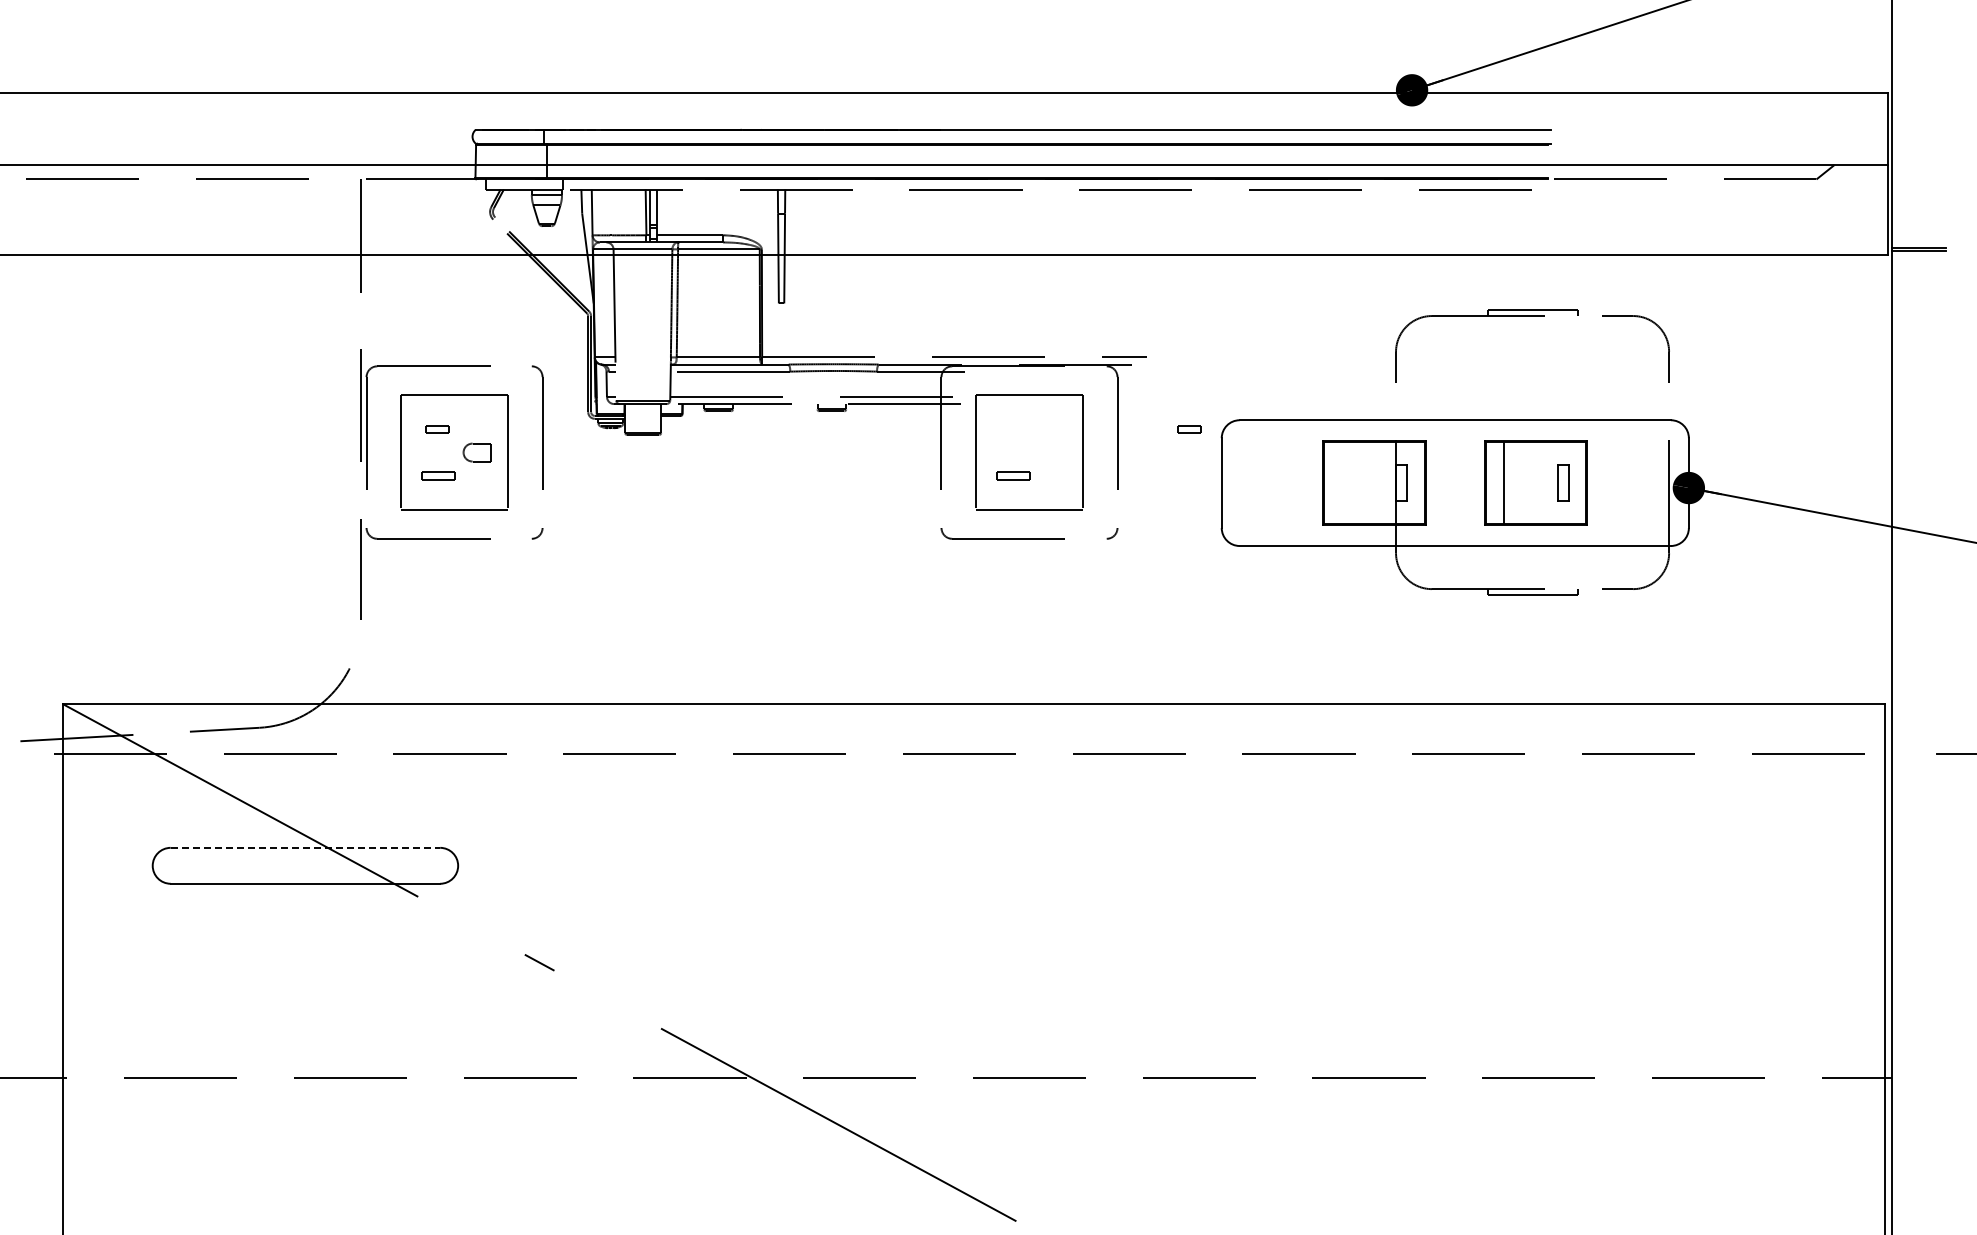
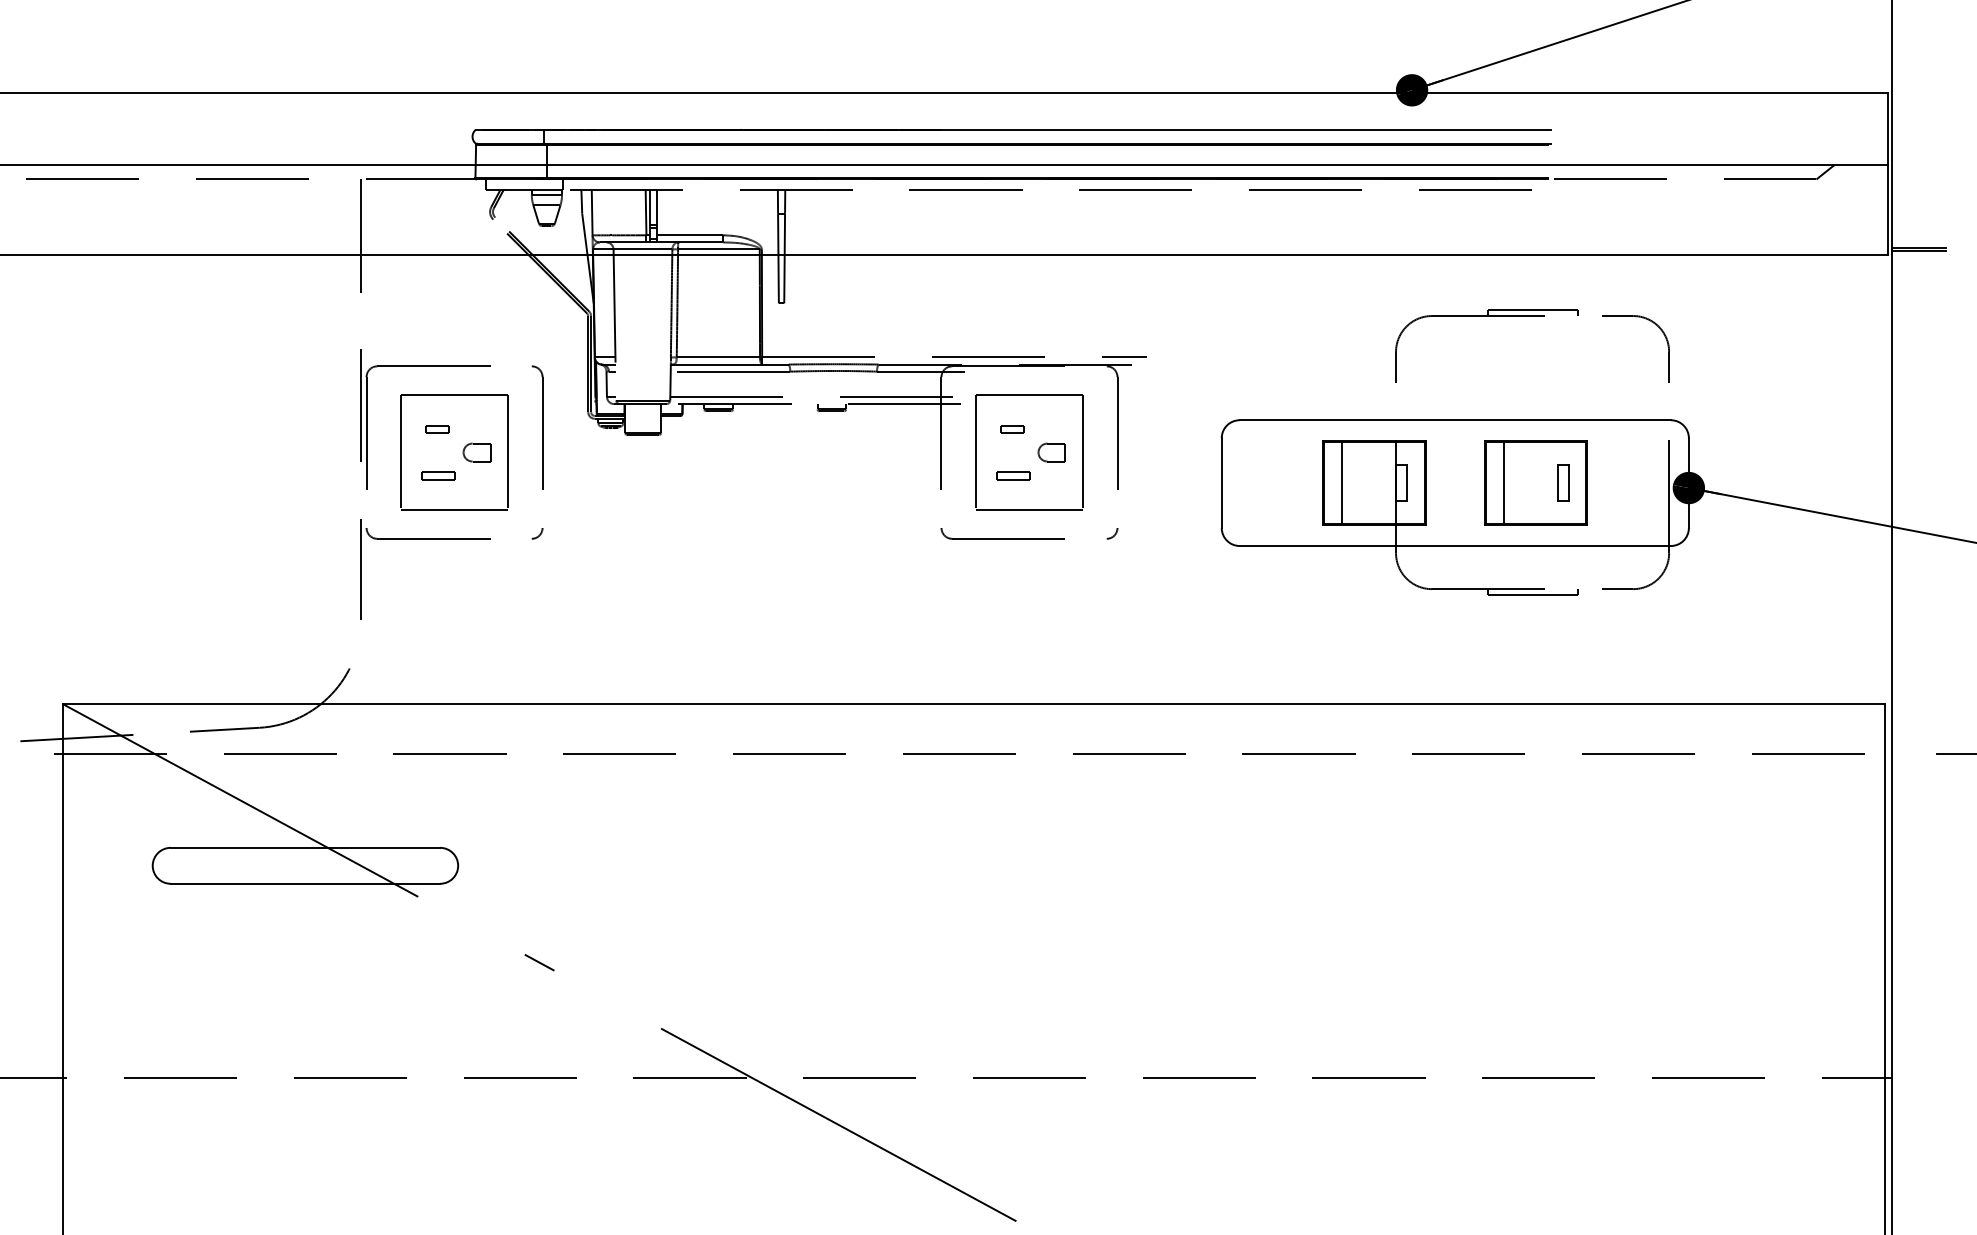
part at (1189, 429) position: (1189, 429) -> (1012, 429)
part at (1051, 452): none -> present
line at (1342, 482): none -> present
line at (305, 847): dashed -> solid
